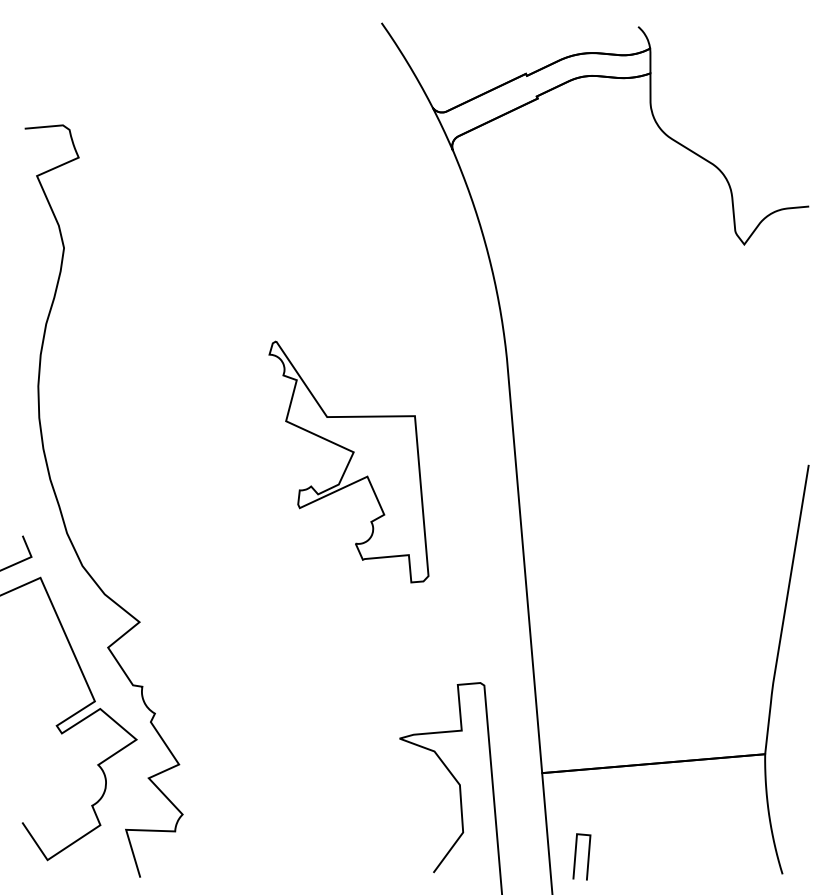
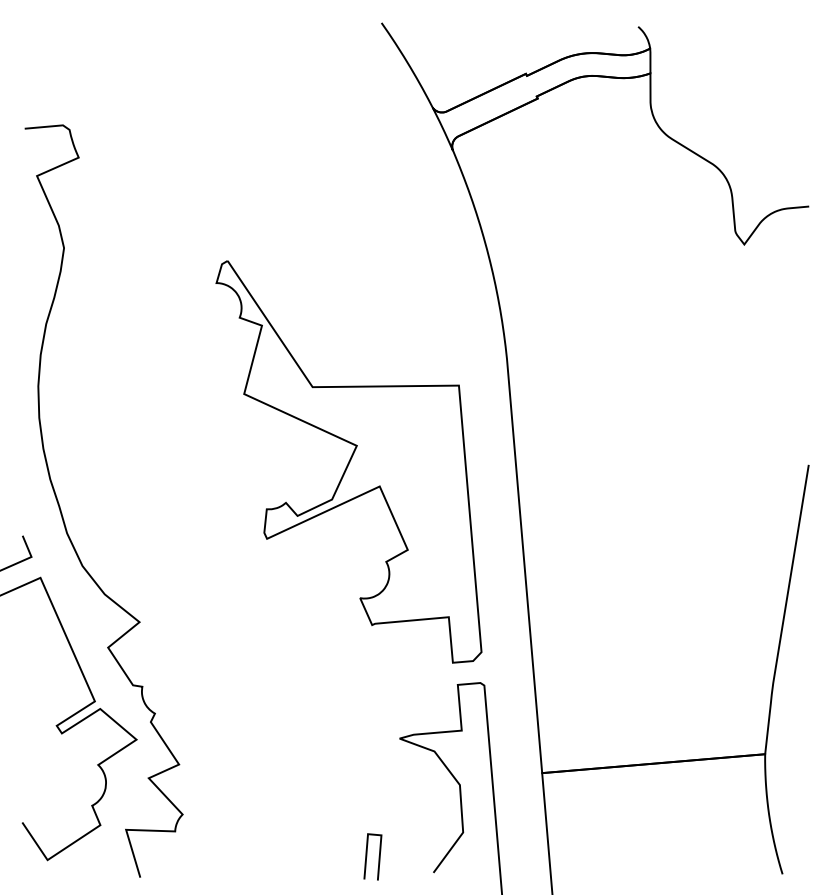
part at (348, 461) size: 162x244 px -> 268x404 px
line at (576, 856) position: (576, 856) -> (367, 856)
